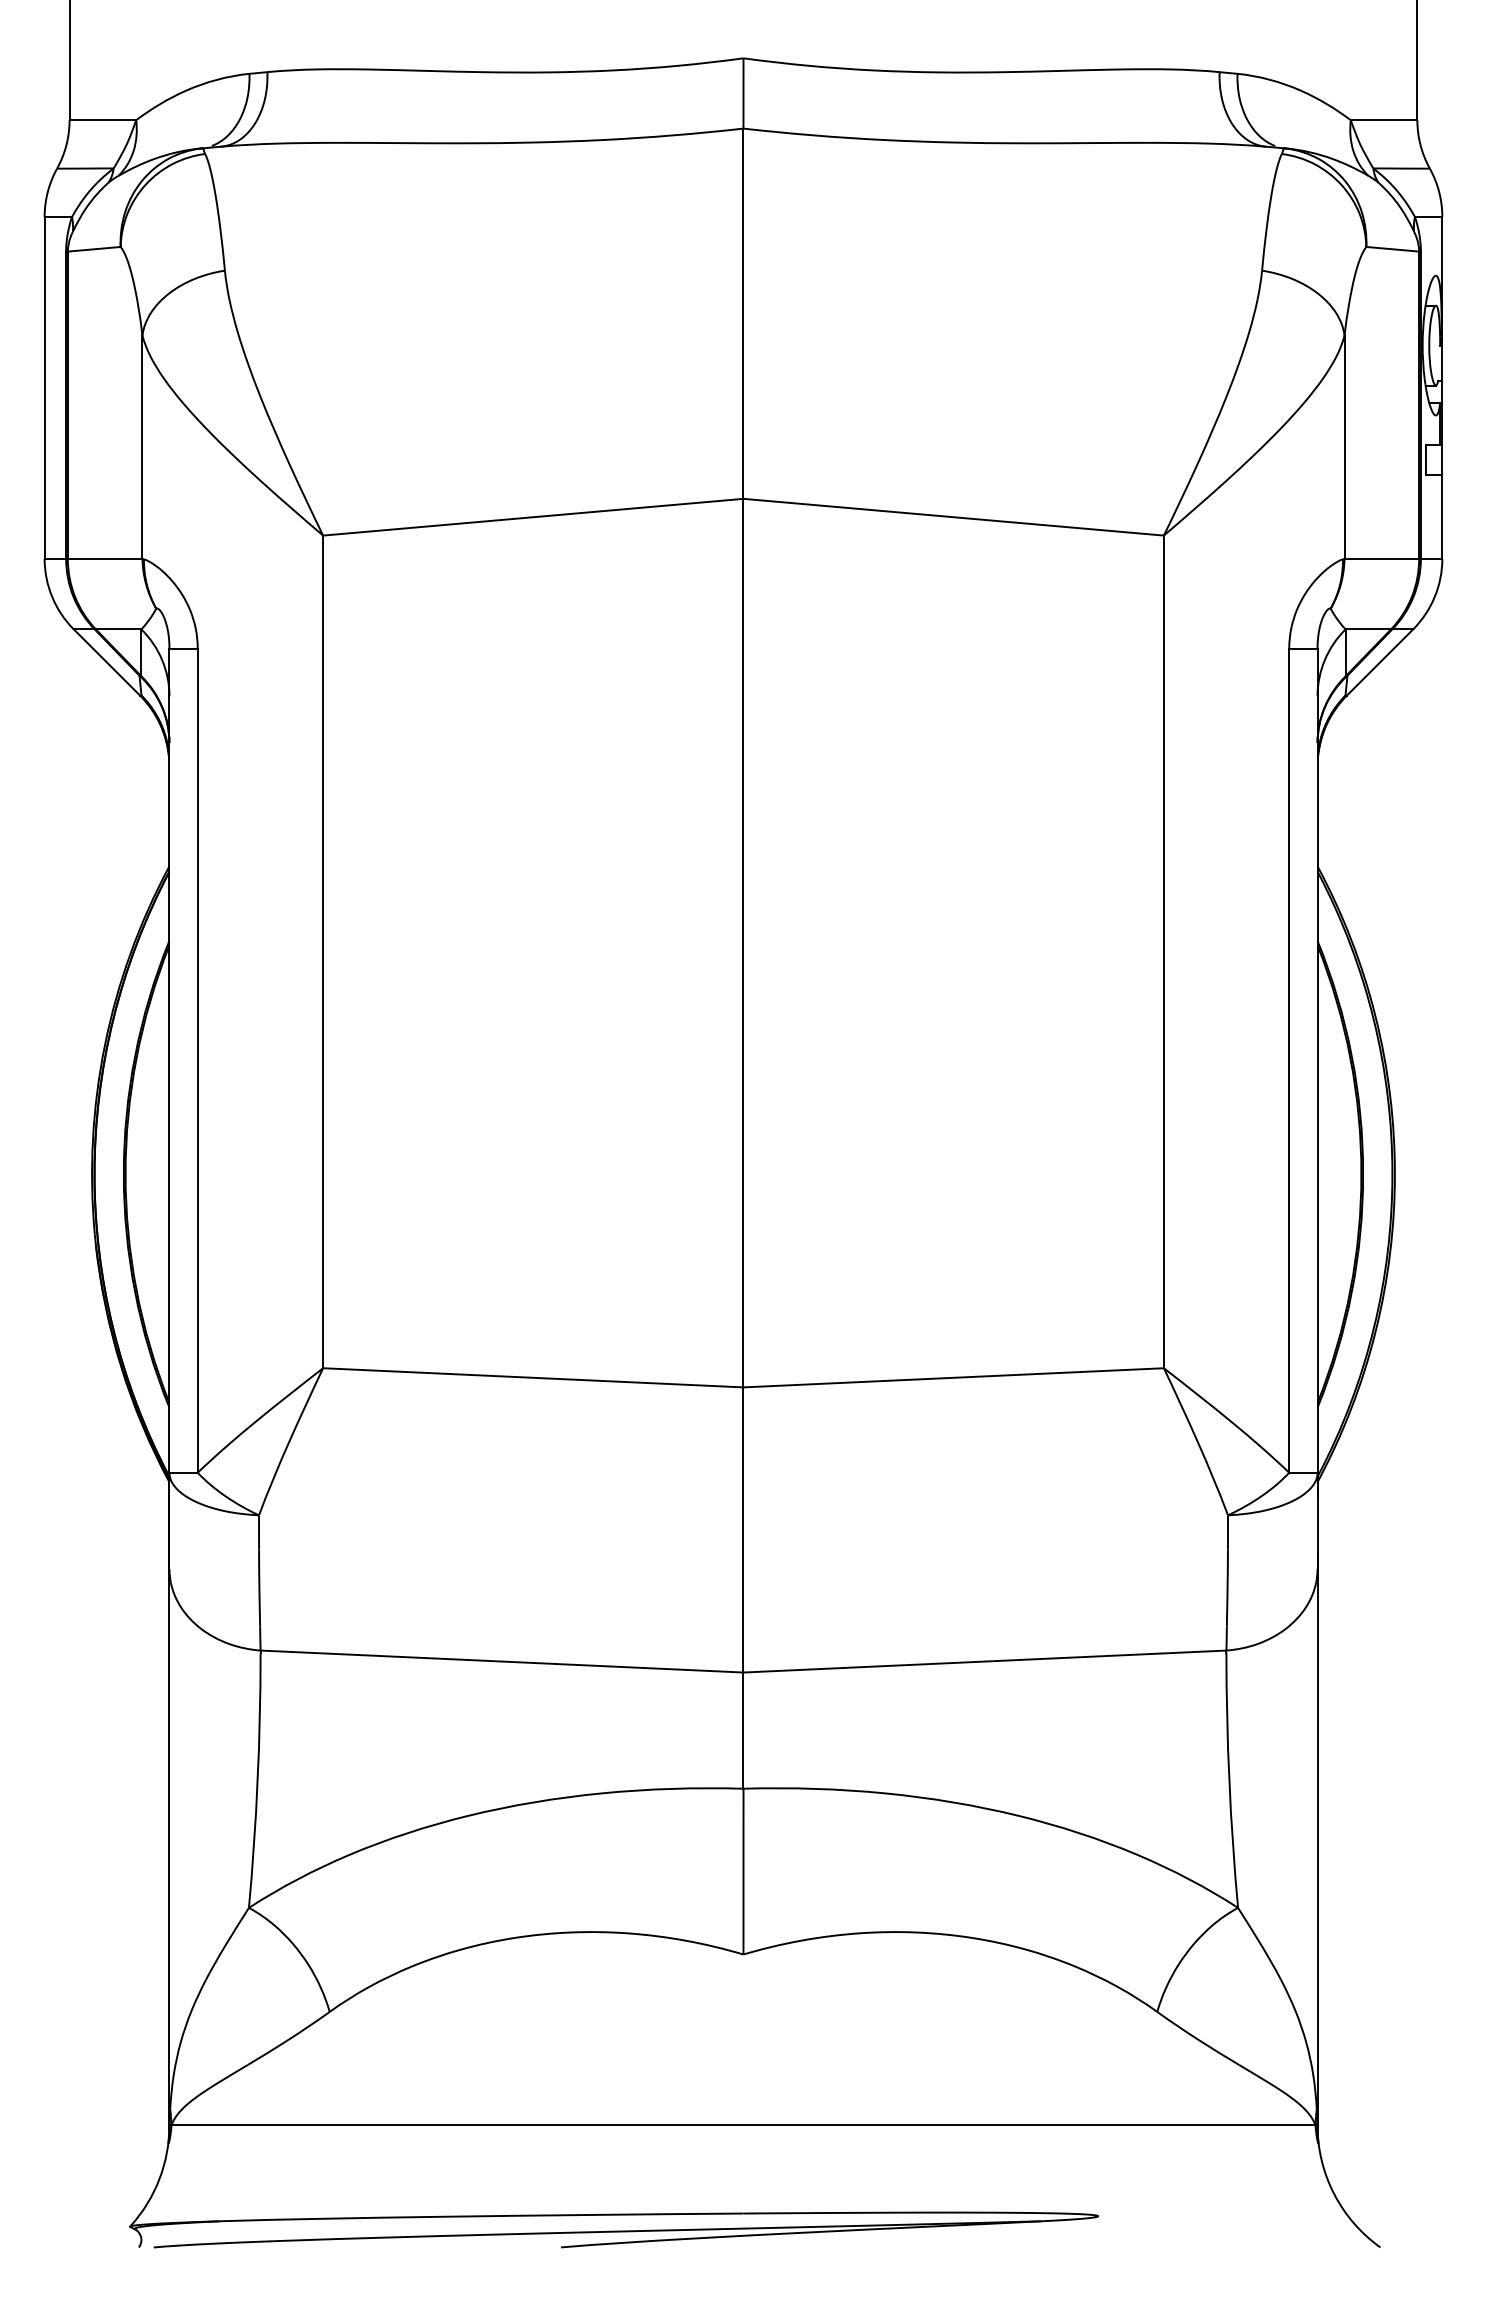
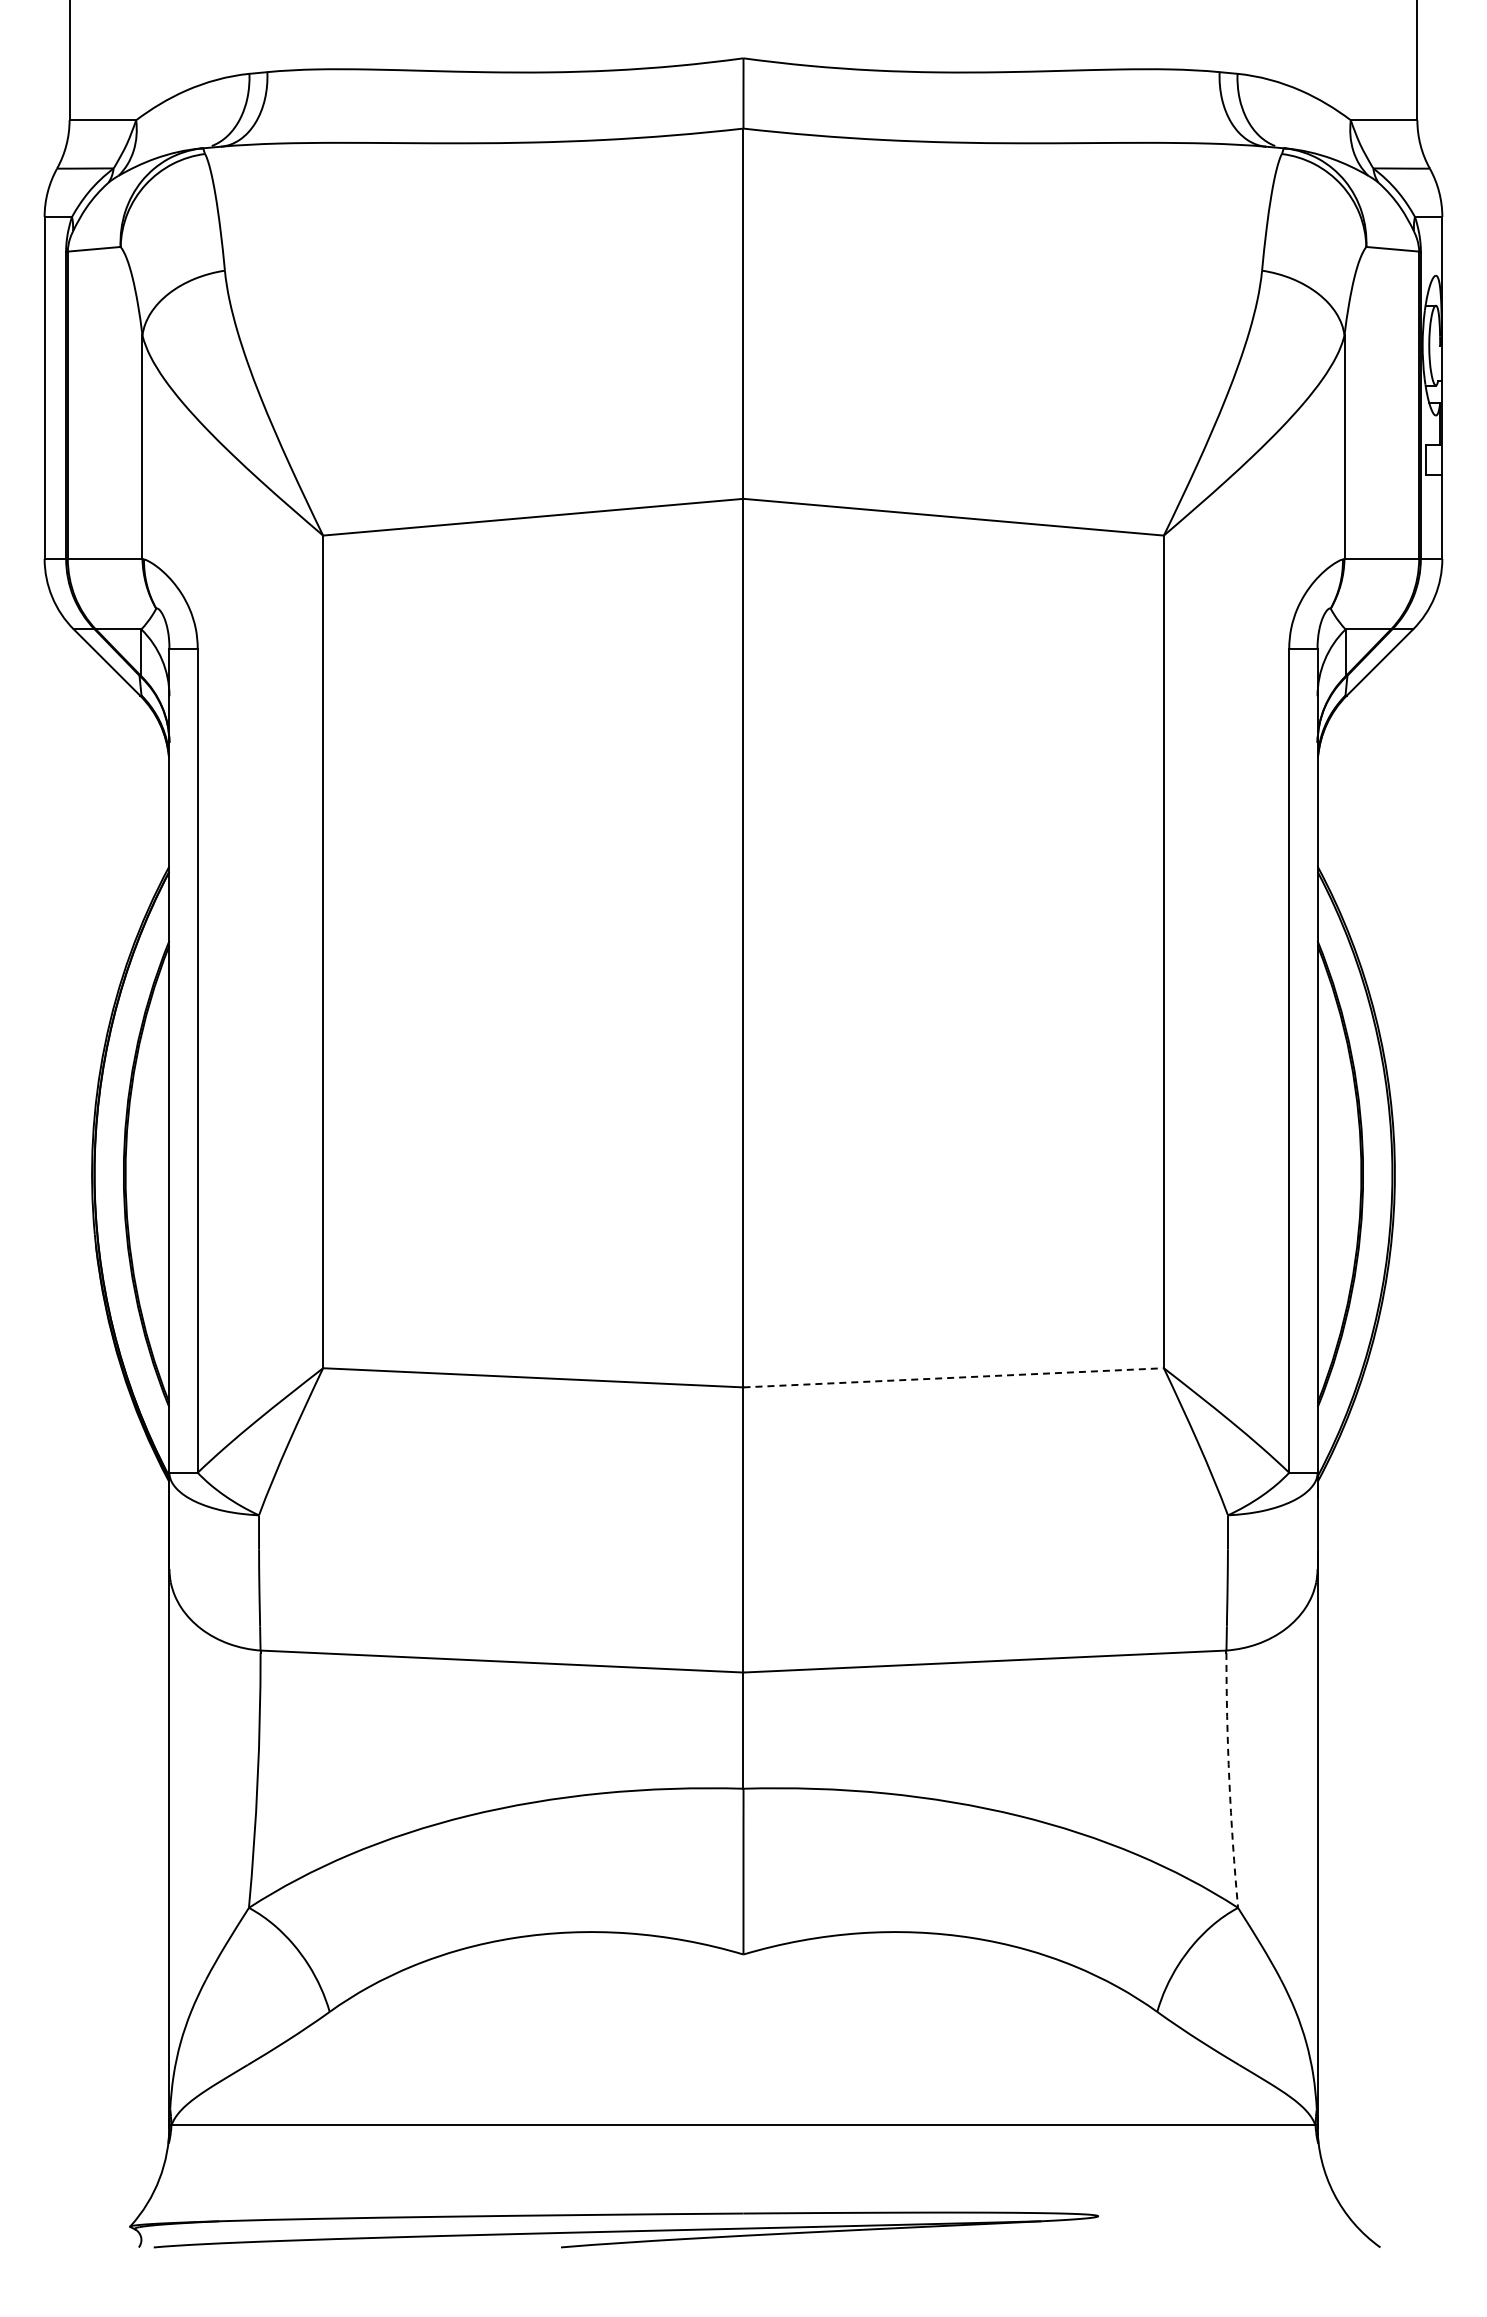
line at (954, 1377): solid -> dashed
arc at (1229, 1780): solid -> dashed
